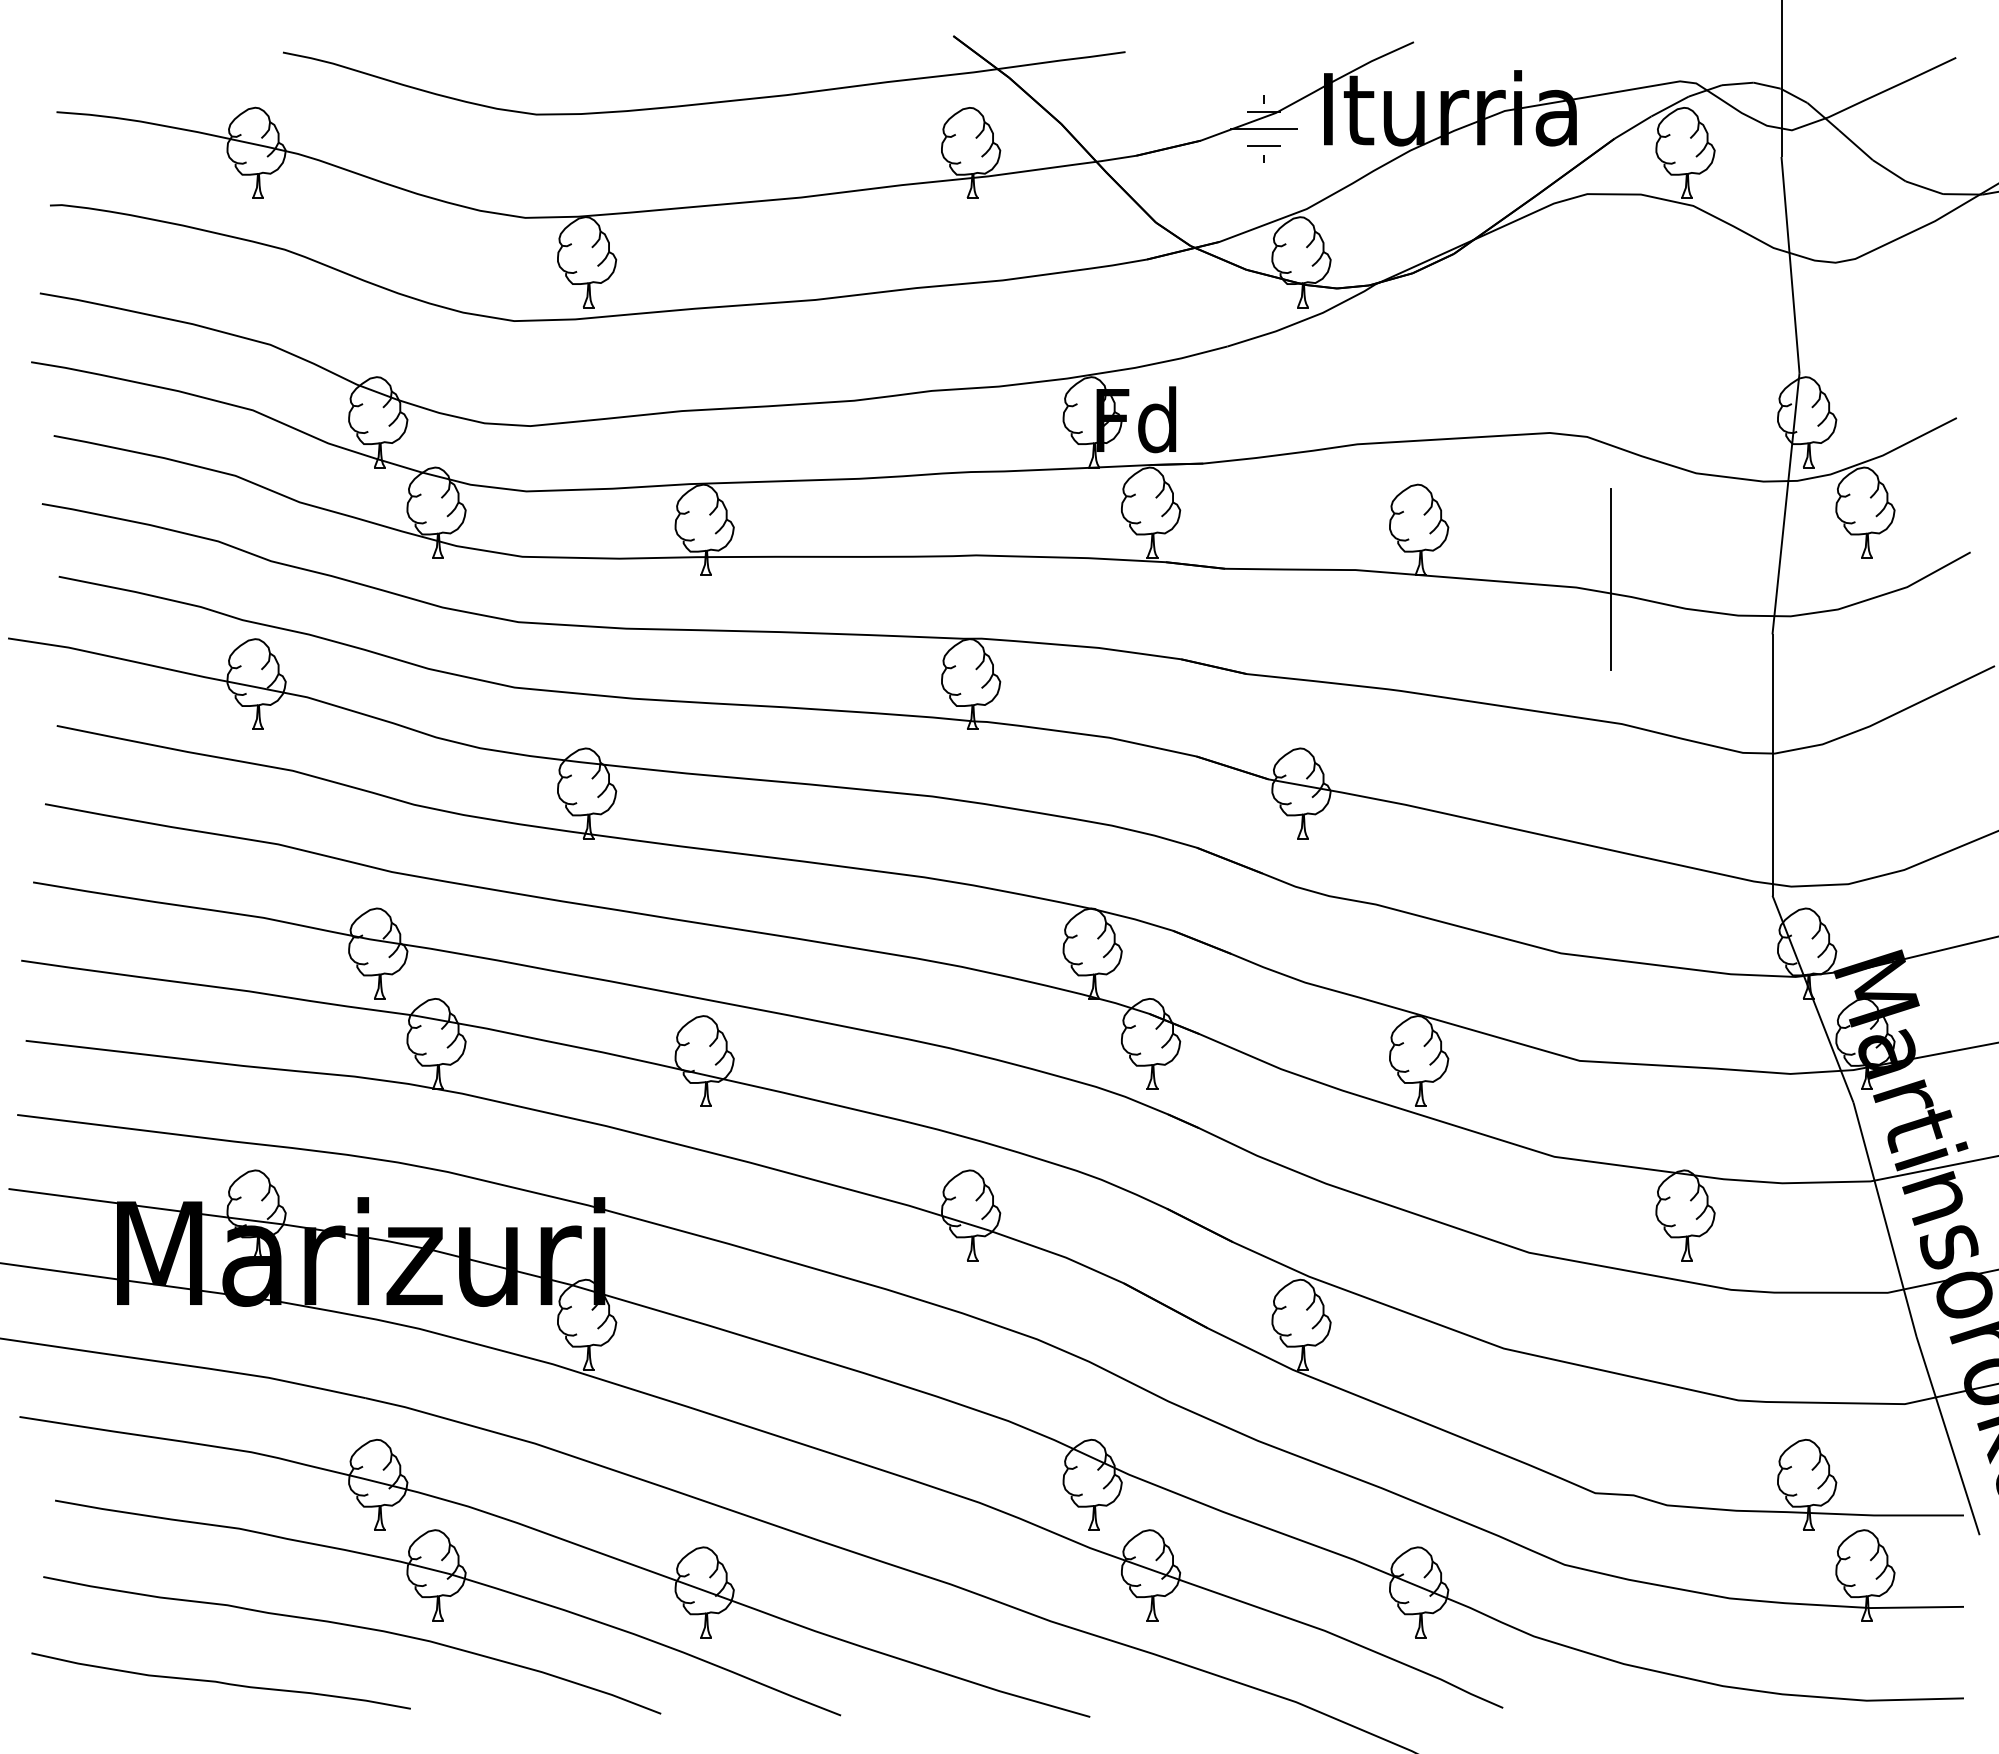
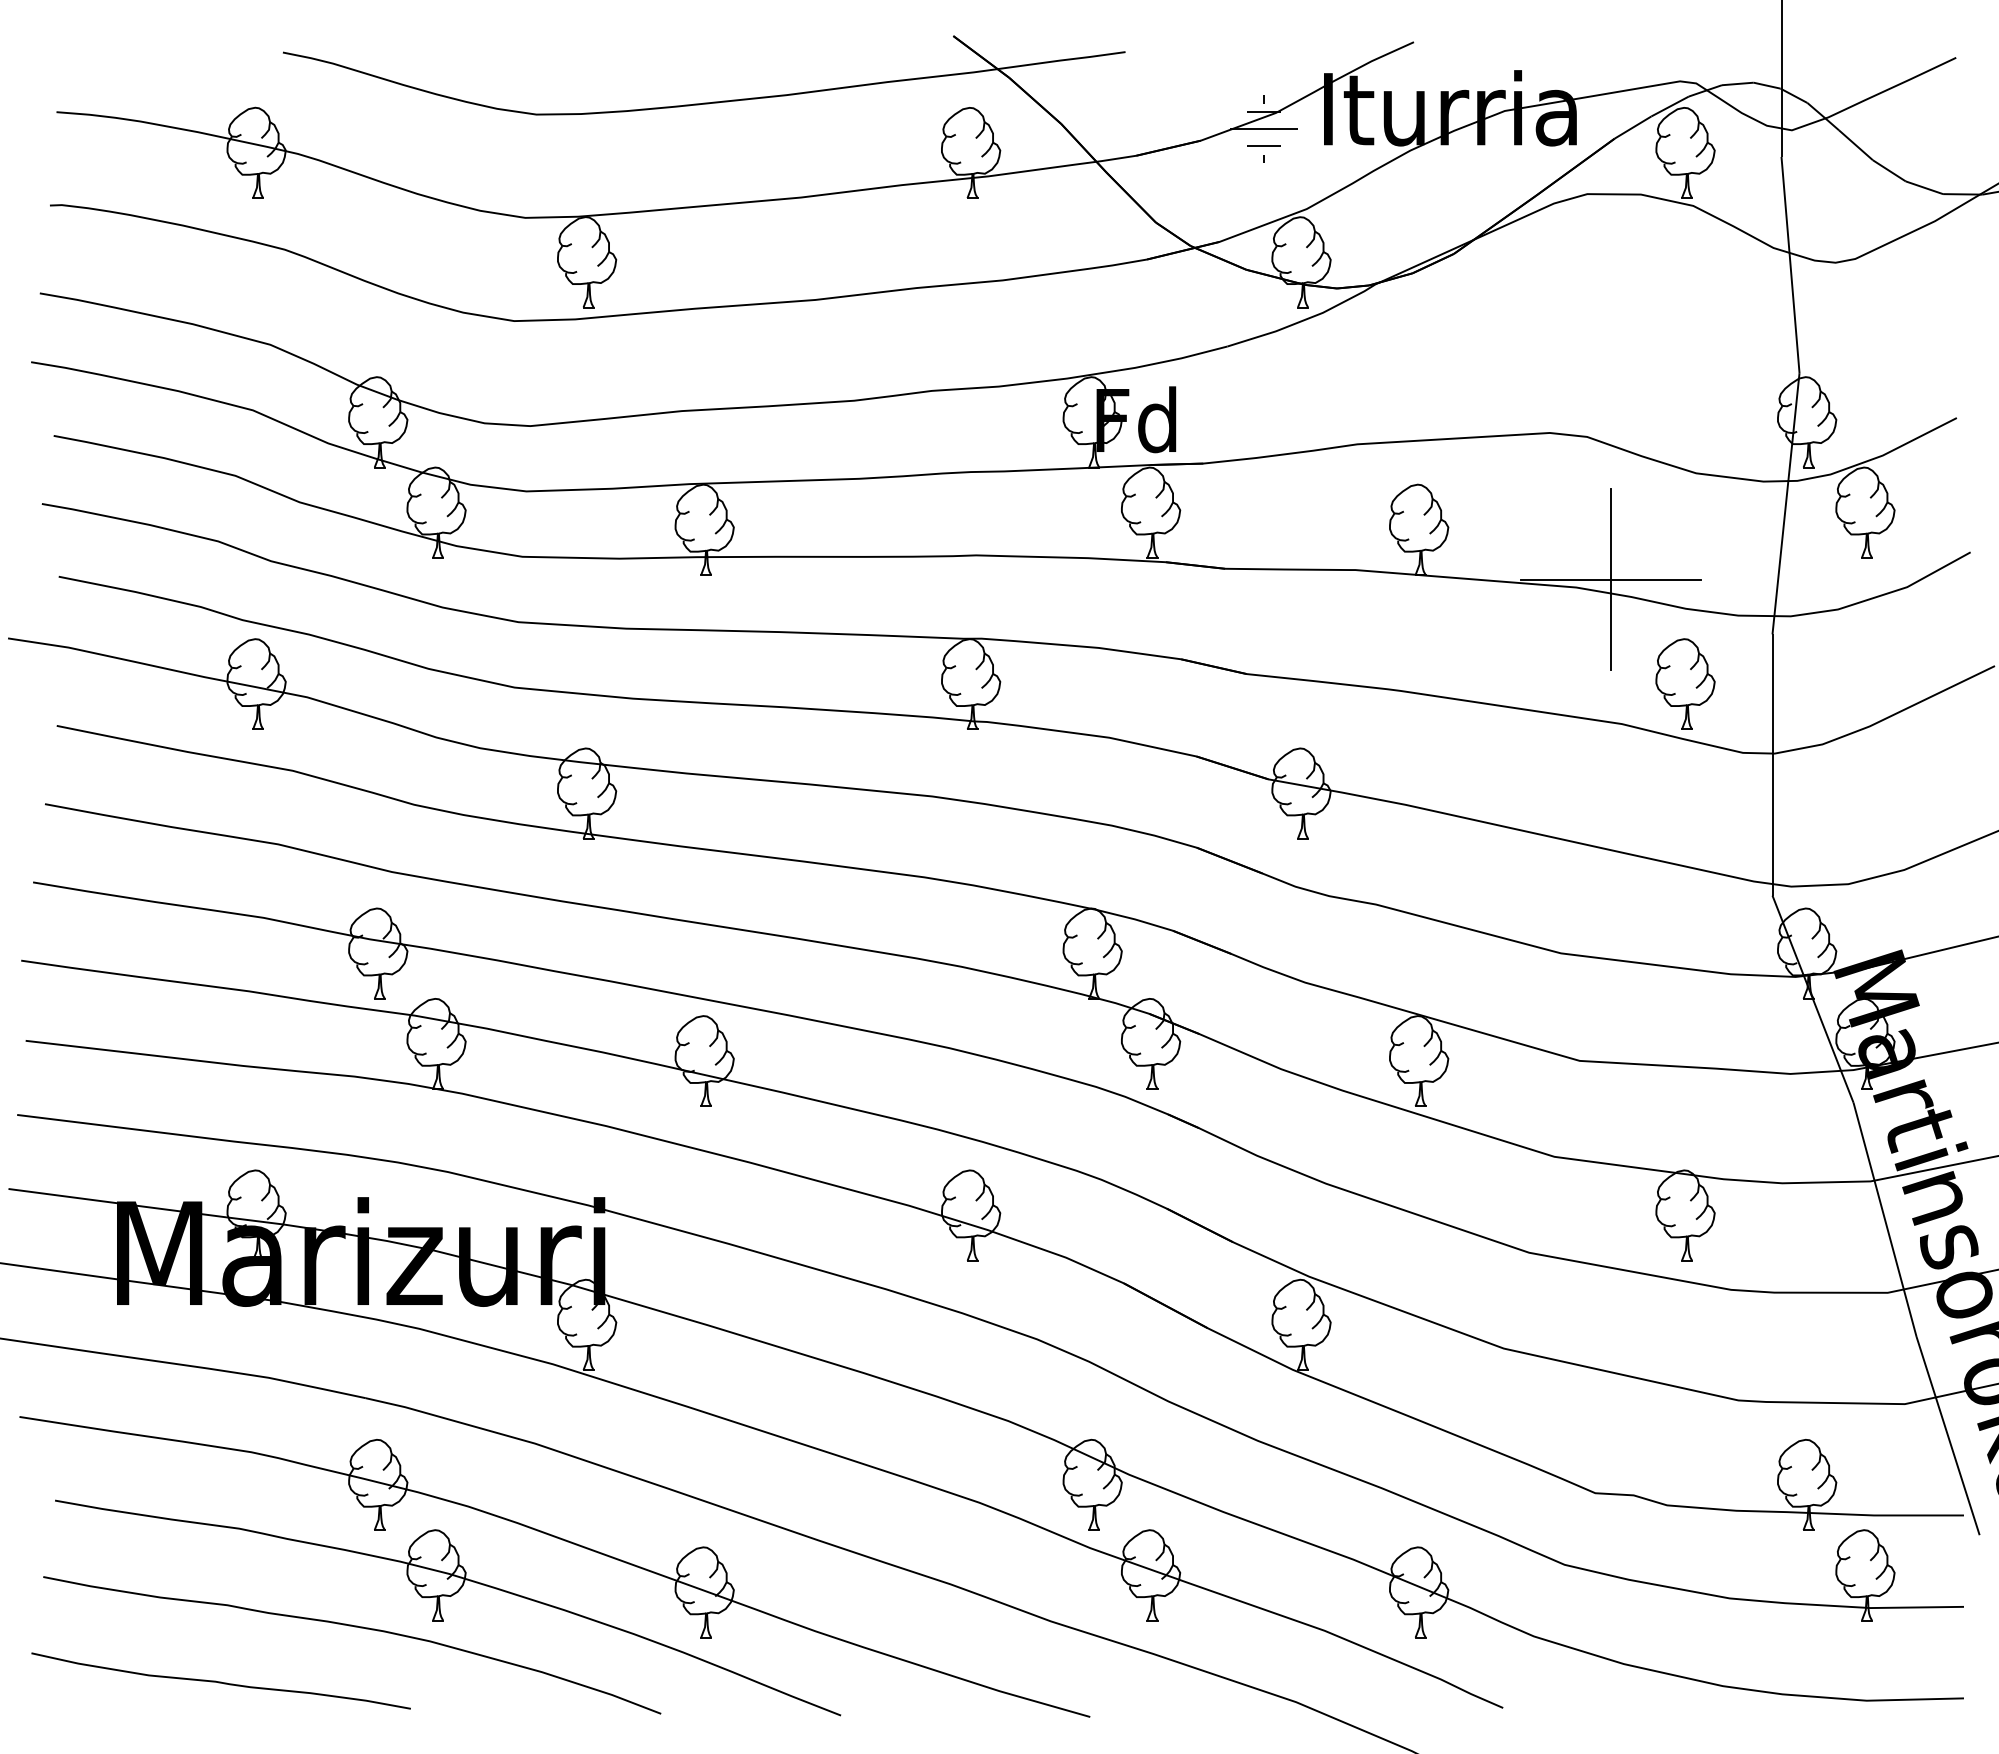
line at (1610, 579): none -> present
part at (1685, 683): none -> present
